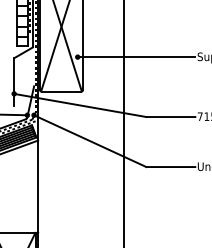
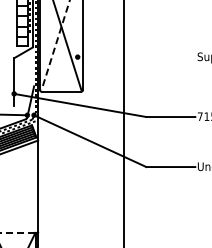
line at (55, 45): solid -> dashed
line at (136, 57): present -> none
line at (17, 232): solid -> dashed
